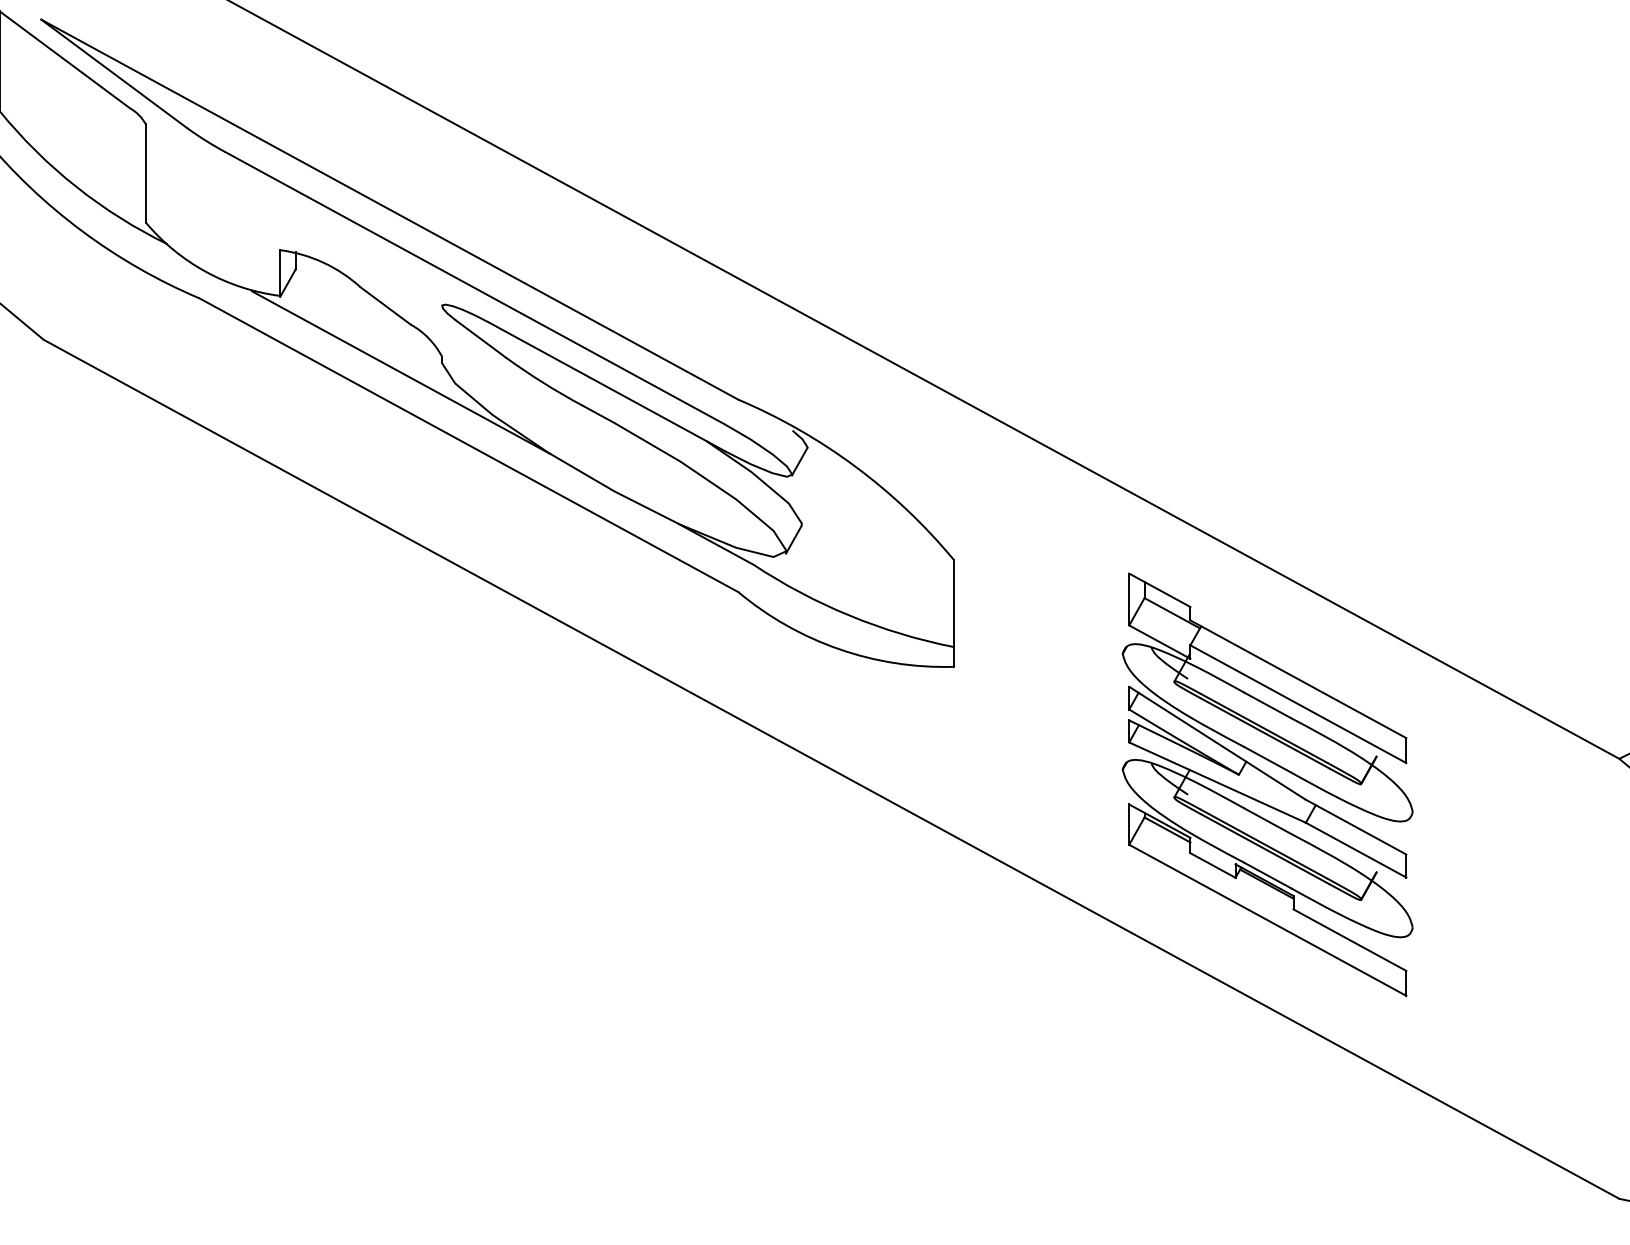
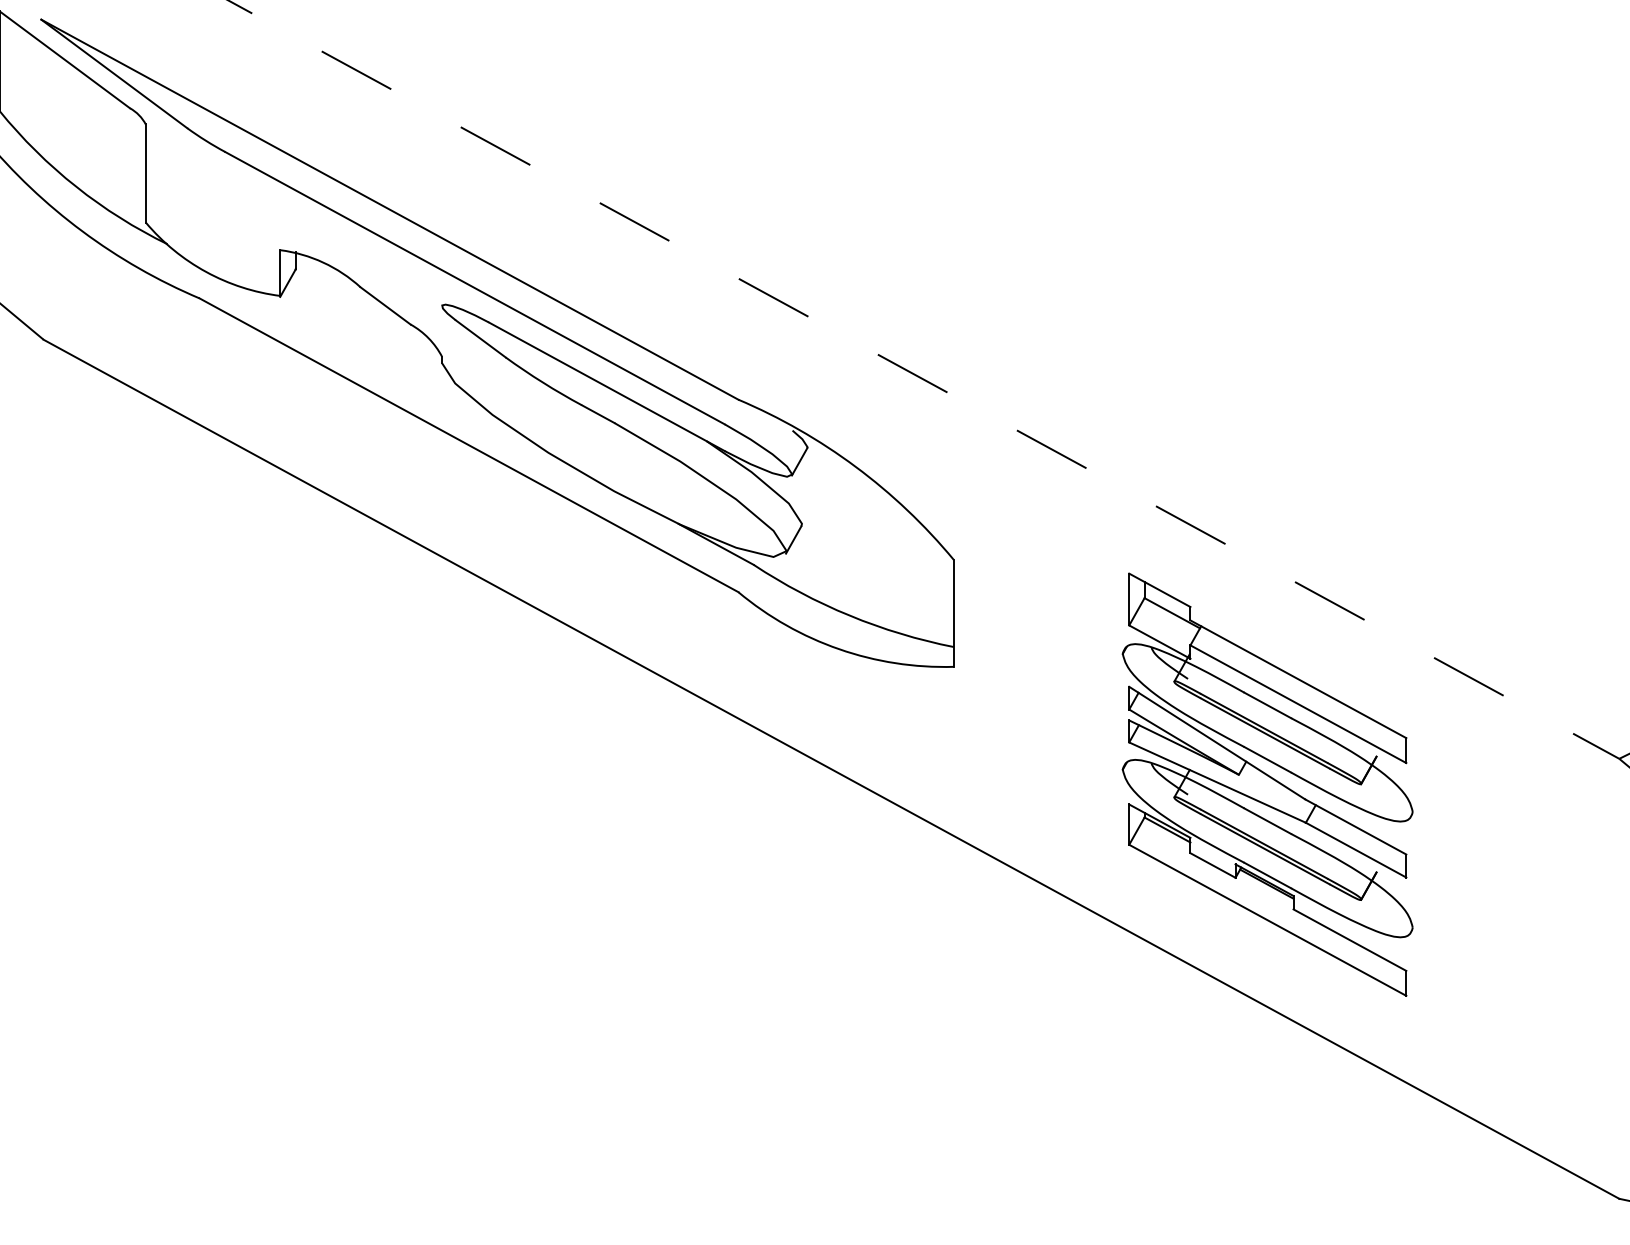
line at (401, 372): present -> none
line at (924, 379): solid -> dashed
